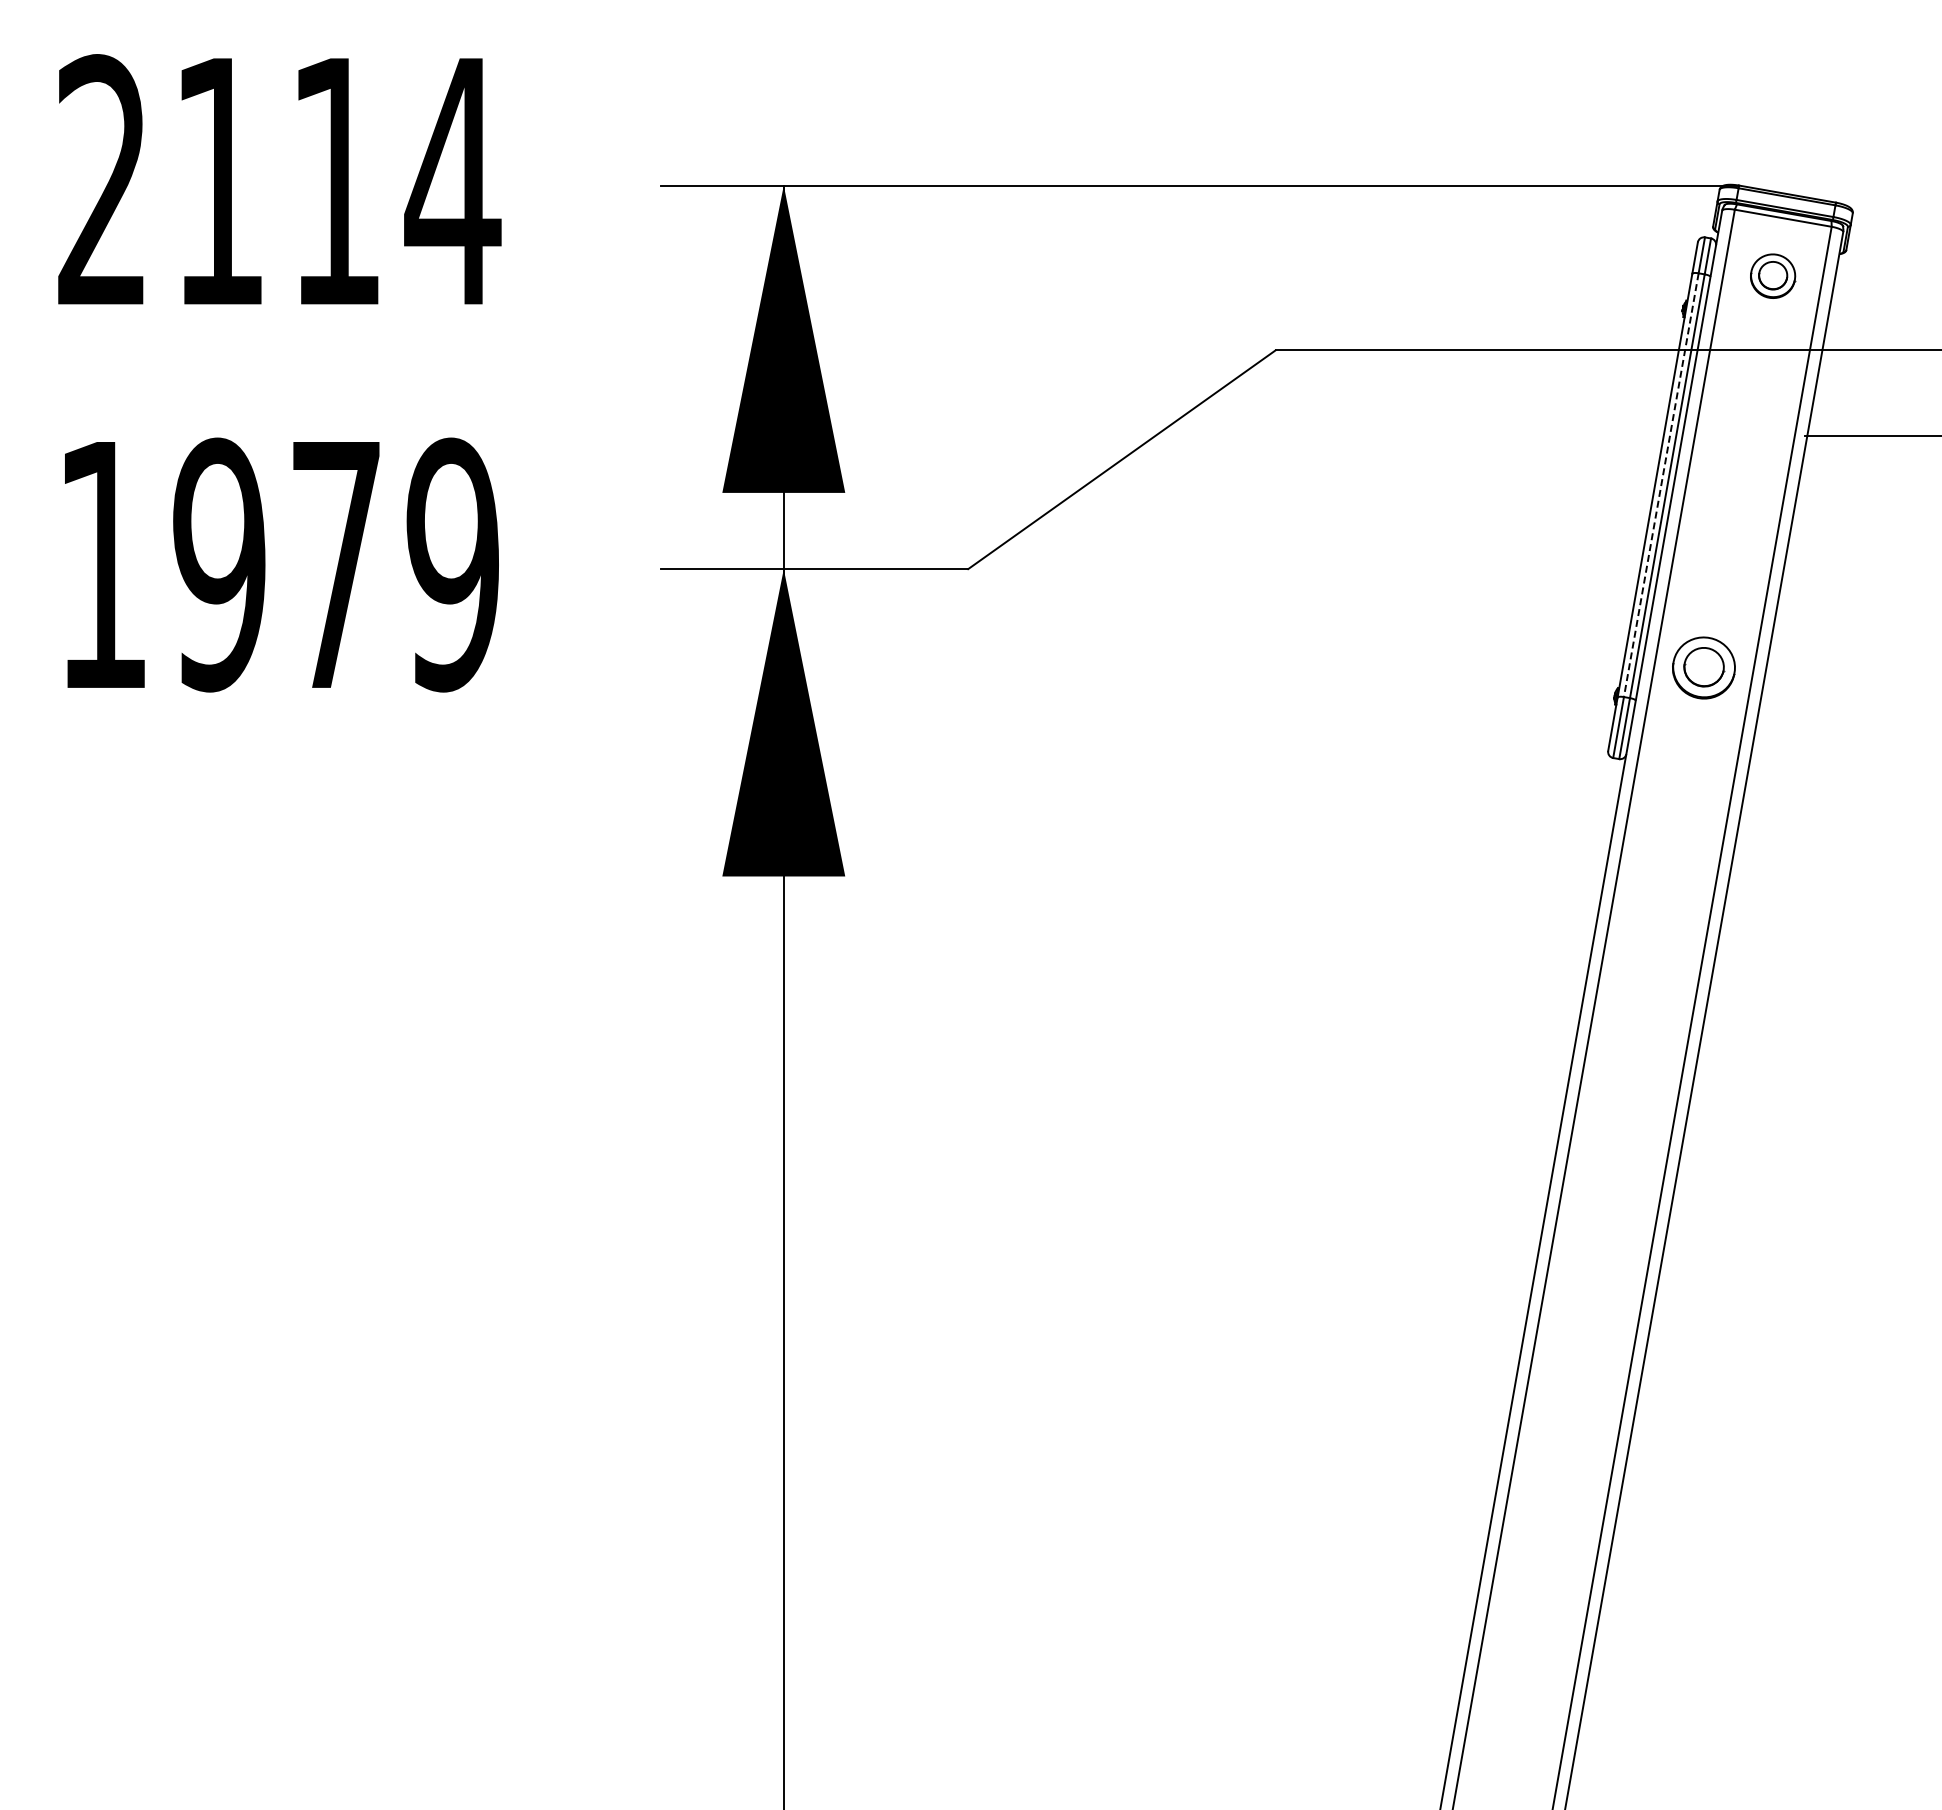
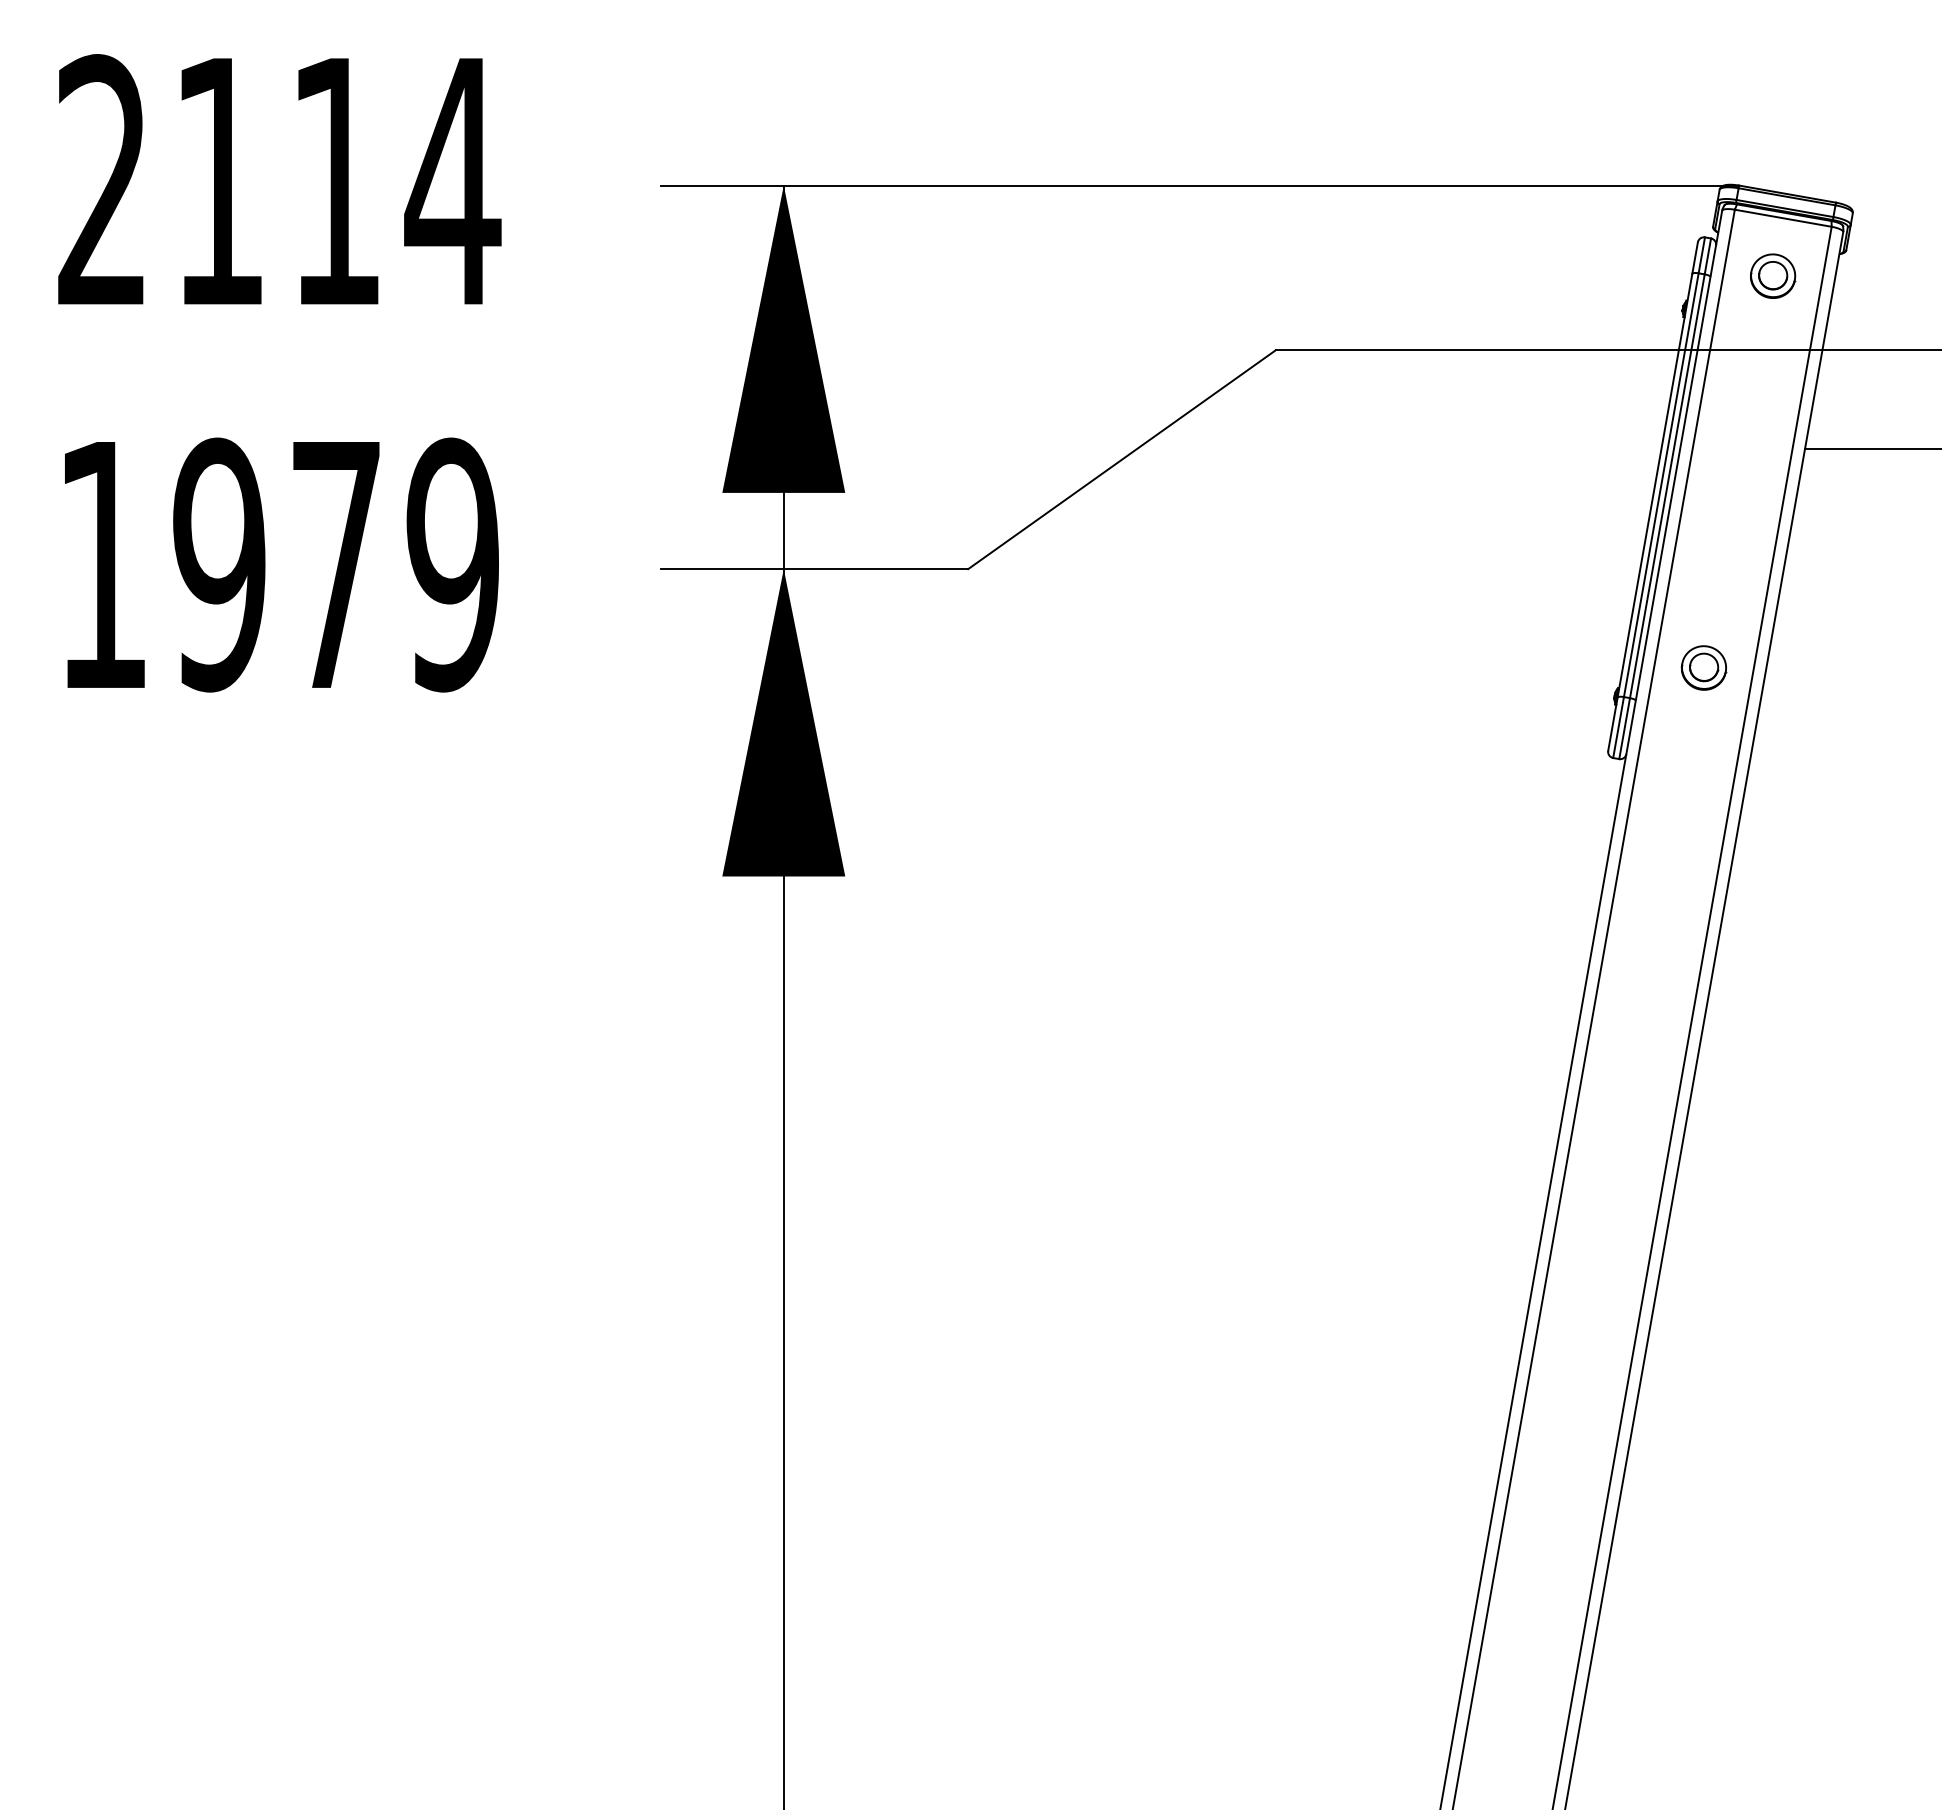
line at (1871, 435) position: (1871, 435) -> (1871, 448)
line at (1661, 485): dashed -> solid
part at (1703, 667) size: 64x64 px -> 48x46 px
